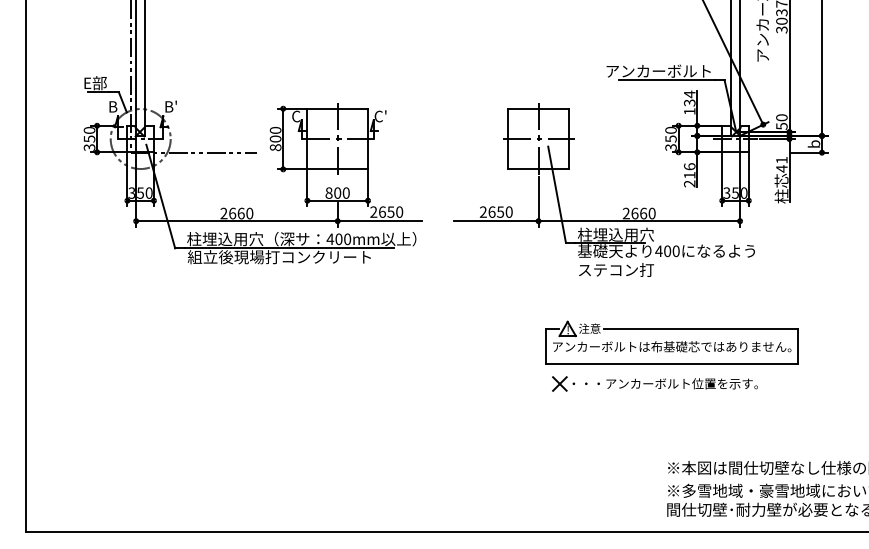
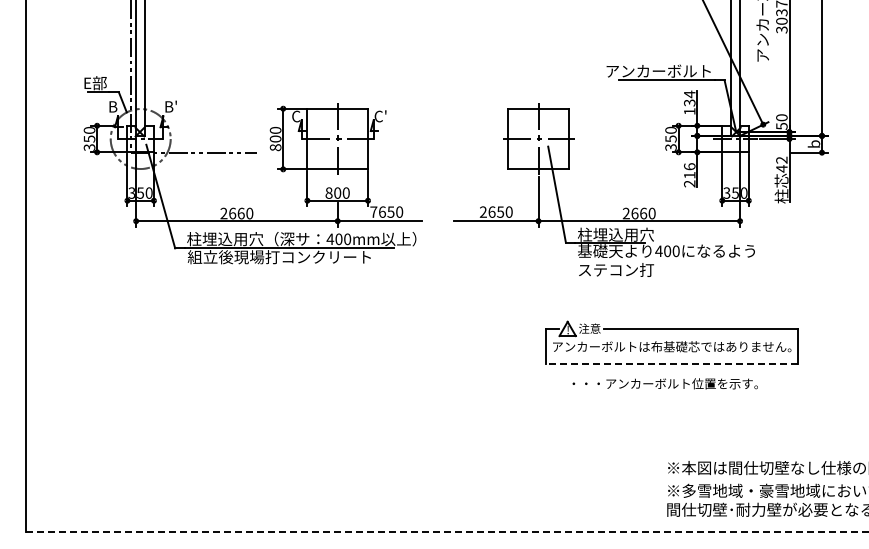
text at (781, 159): 41 -> 42
text at (373, 211): 2650 -> 7650
line at (672, 363): solid -> dashed
part at (559, 383): present -> none
line at (447, 532): solid -> dashed
